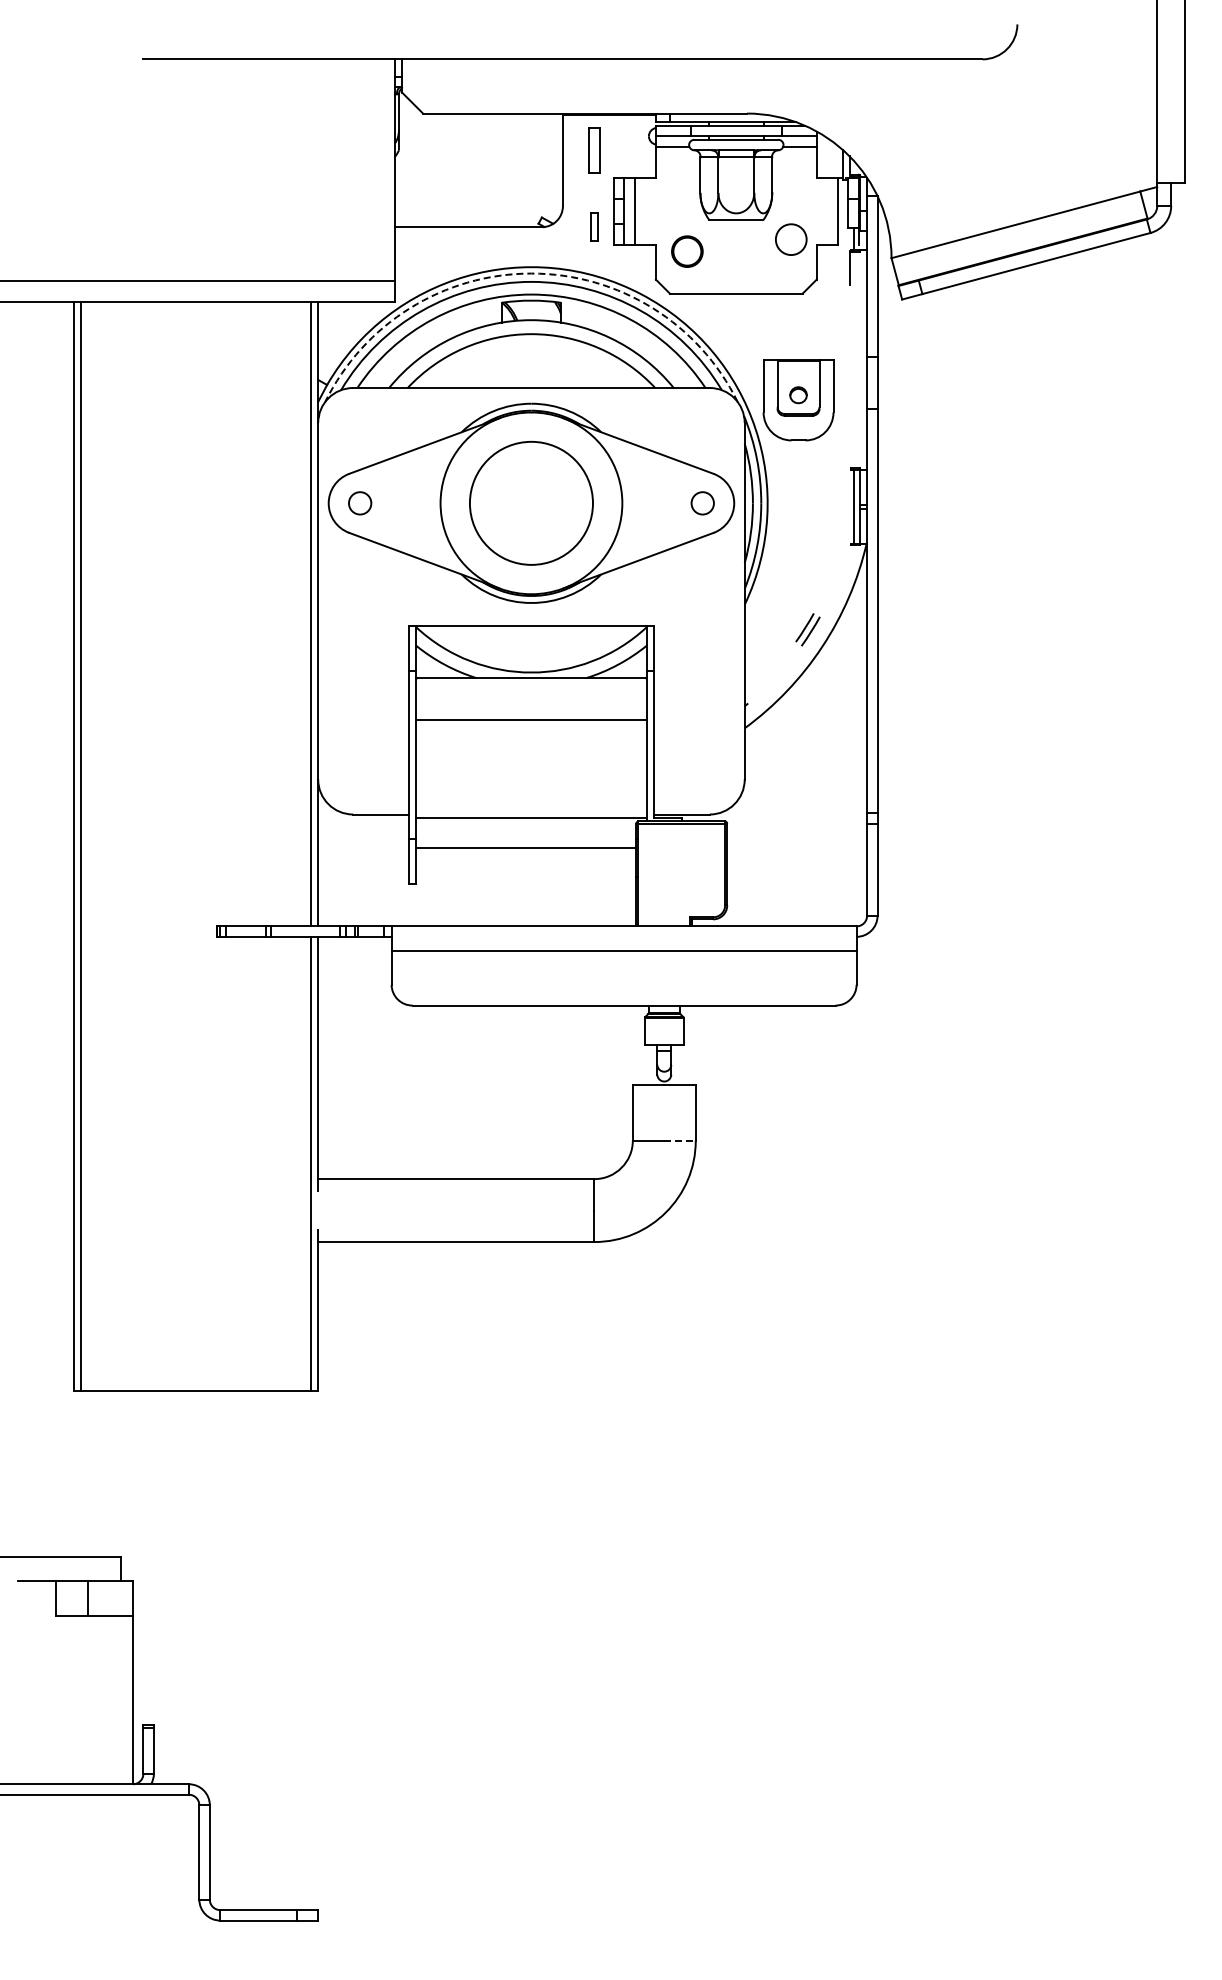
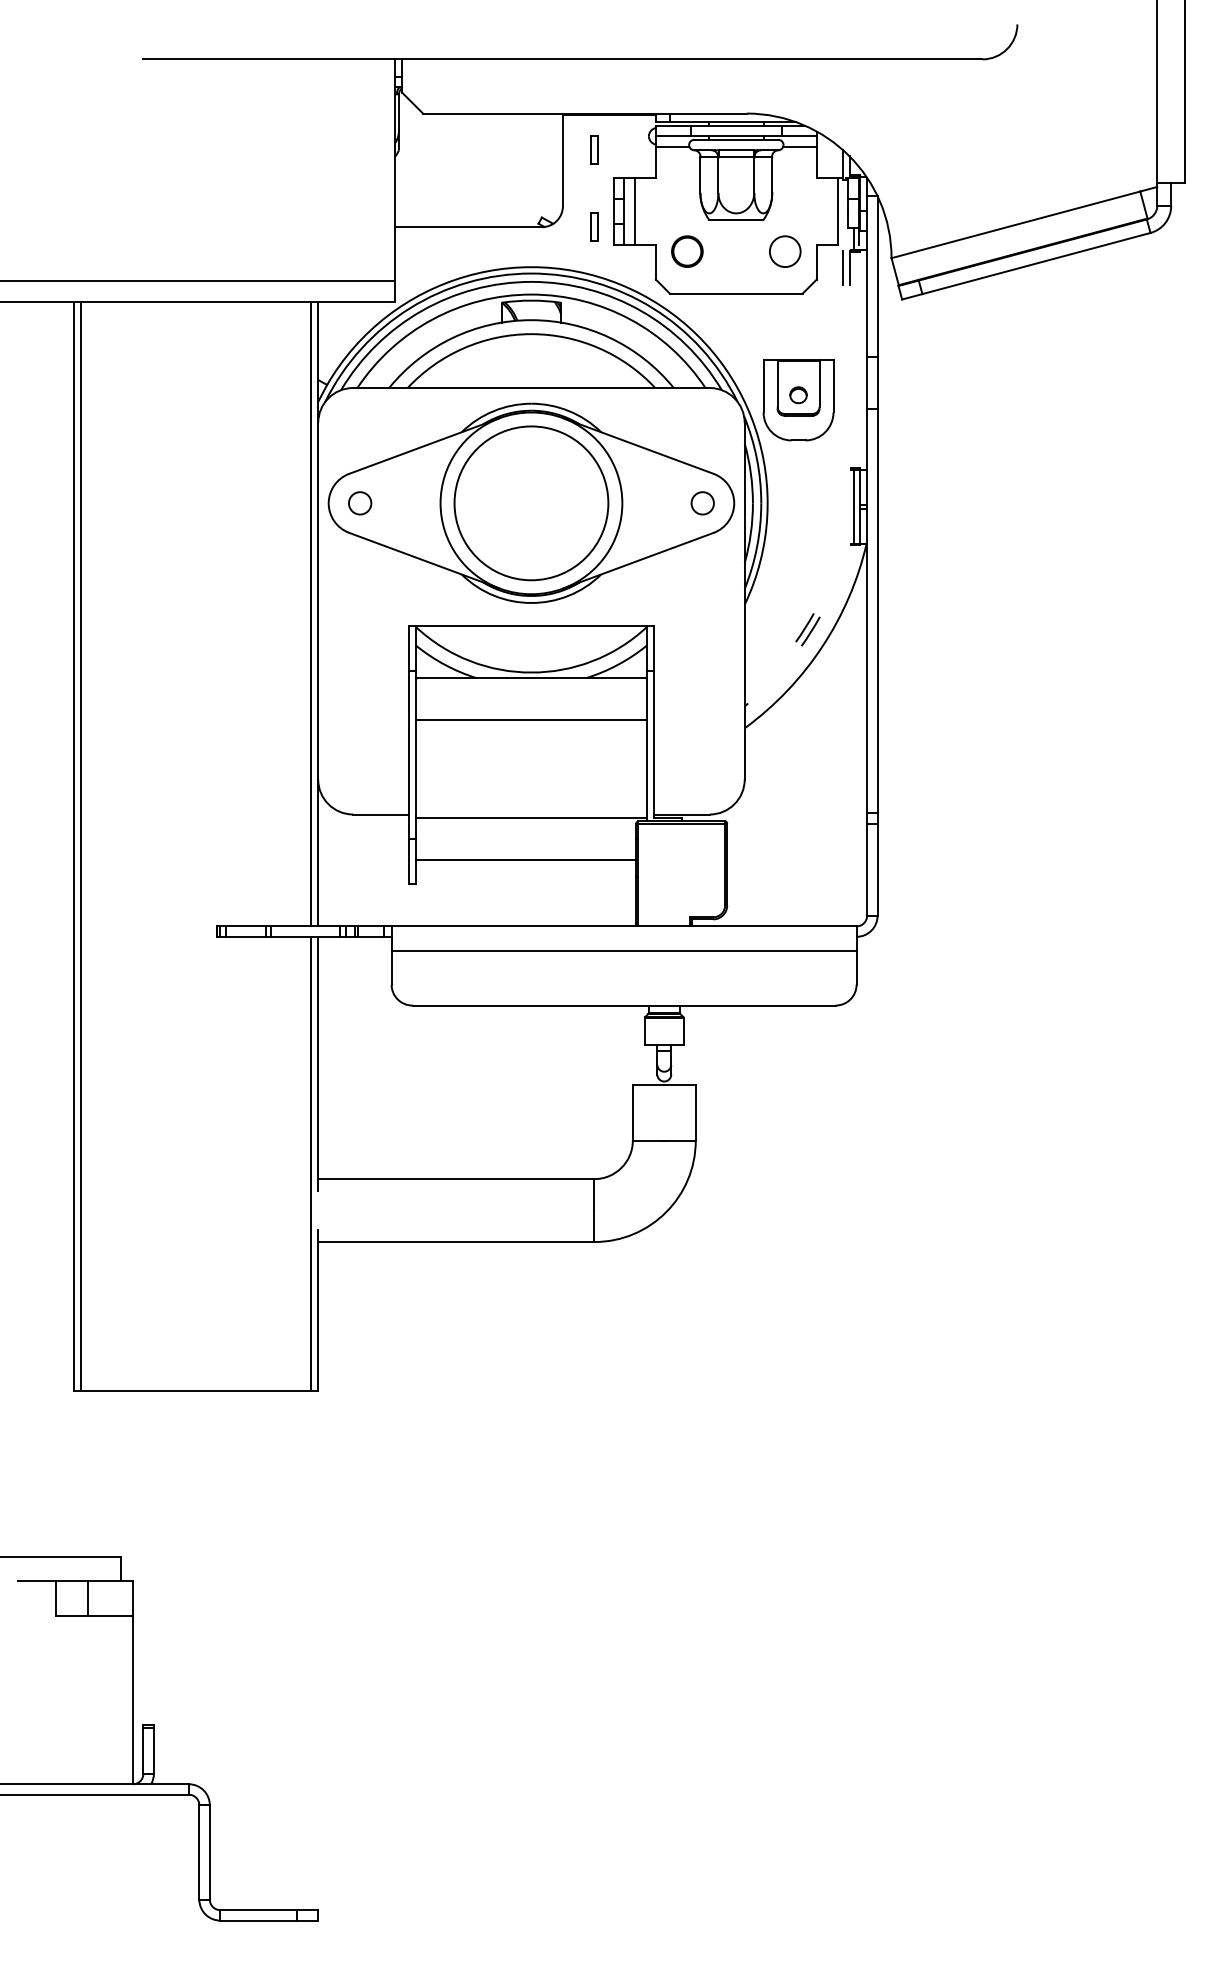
part at (594, 150) size: 13x47 px -> 9x30 px
circle at (791, 239) position: (791, 239) -> (785, 251)
line at (842, 267): none -> present
arc at (531, 273): dashed -> solid
circle at (530, 502) diameter: 123 px -> 154 px
line at (526, 847) position: (526, 847) -> (526, 859)
line at (680, 1140): dashed -> solid
